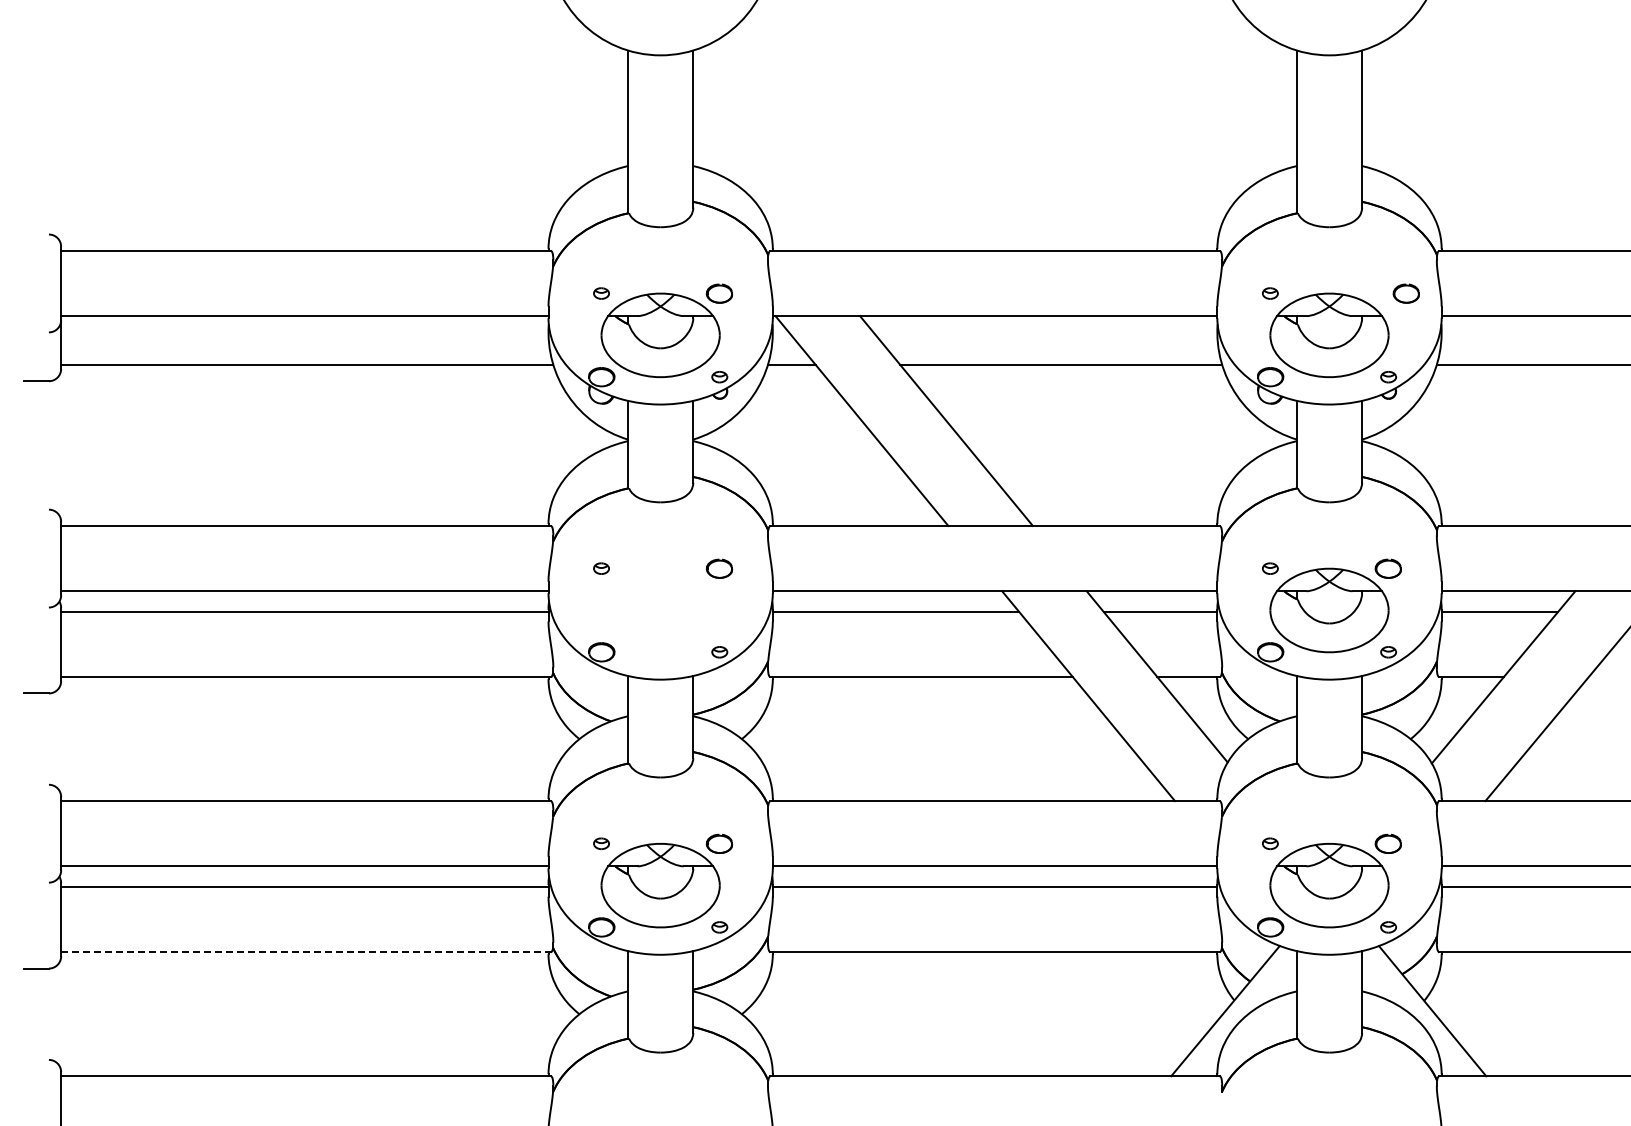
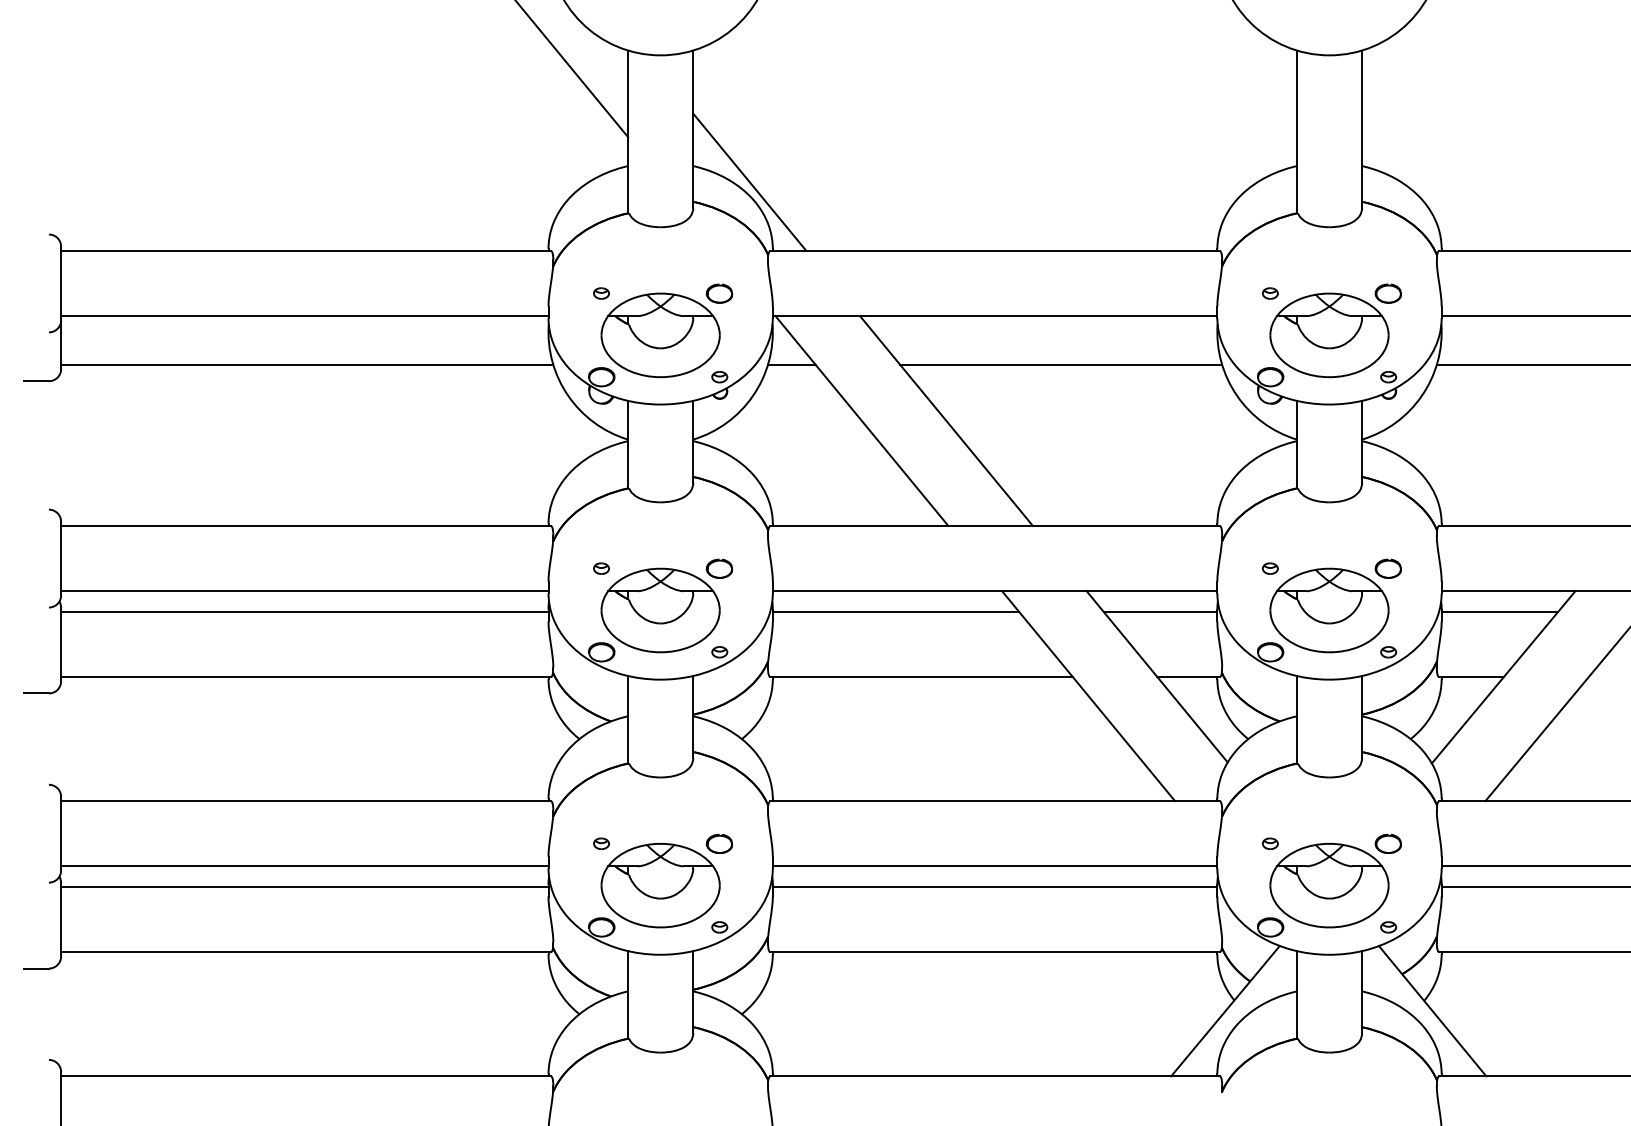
line at (572, 69): none -> present
line at (749, 181): none -> present
part at (1405, 293) position: (1405, 293) -> (1387, 293)
part at (660, 610): none -> present
line at (306, 952): dashed -> solid
